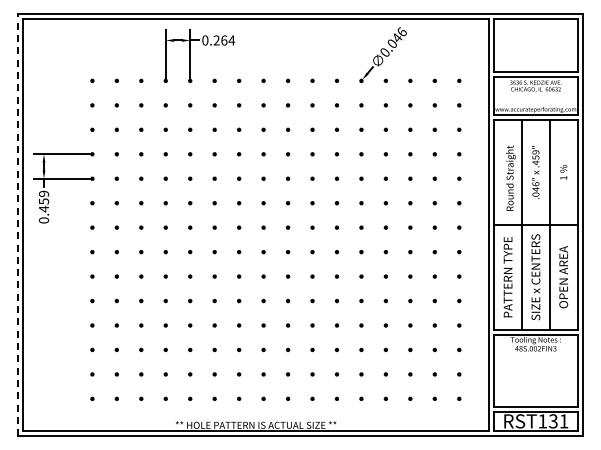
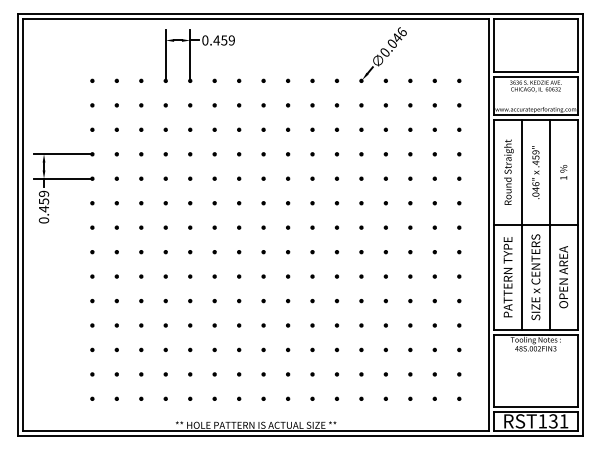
text at (224, 40): 0.264 -> 0.459
text at (510, 177) position: (510, 177) -> (508, 171)
line at (18, 224): dashed -> solid
